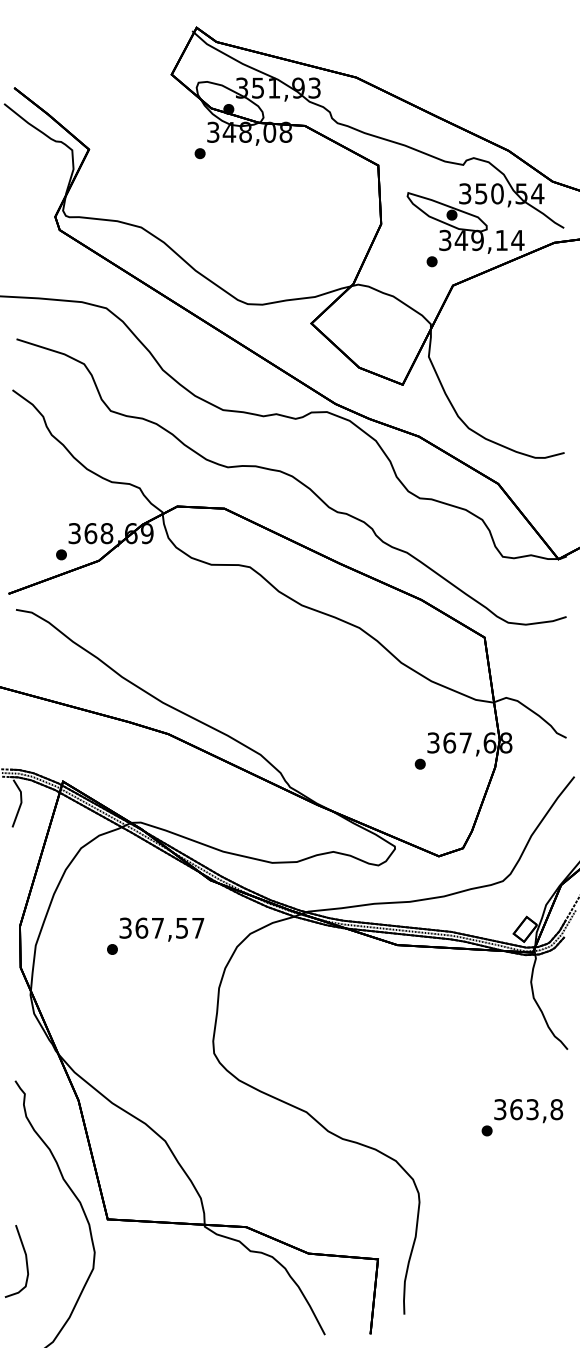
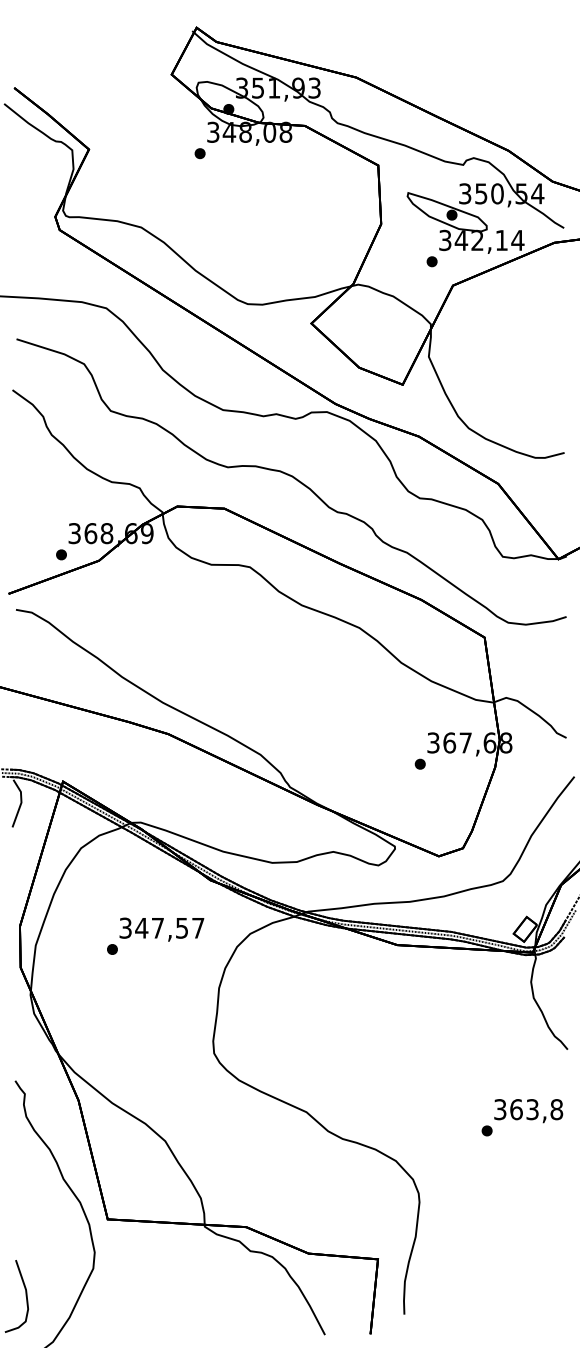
text at (477, 241): 349,14 -> 342,14
text at (141, 927): 367,57 -> 347,57
part at (25, 1261) position: (25, 1261) -> (25, 1296)
